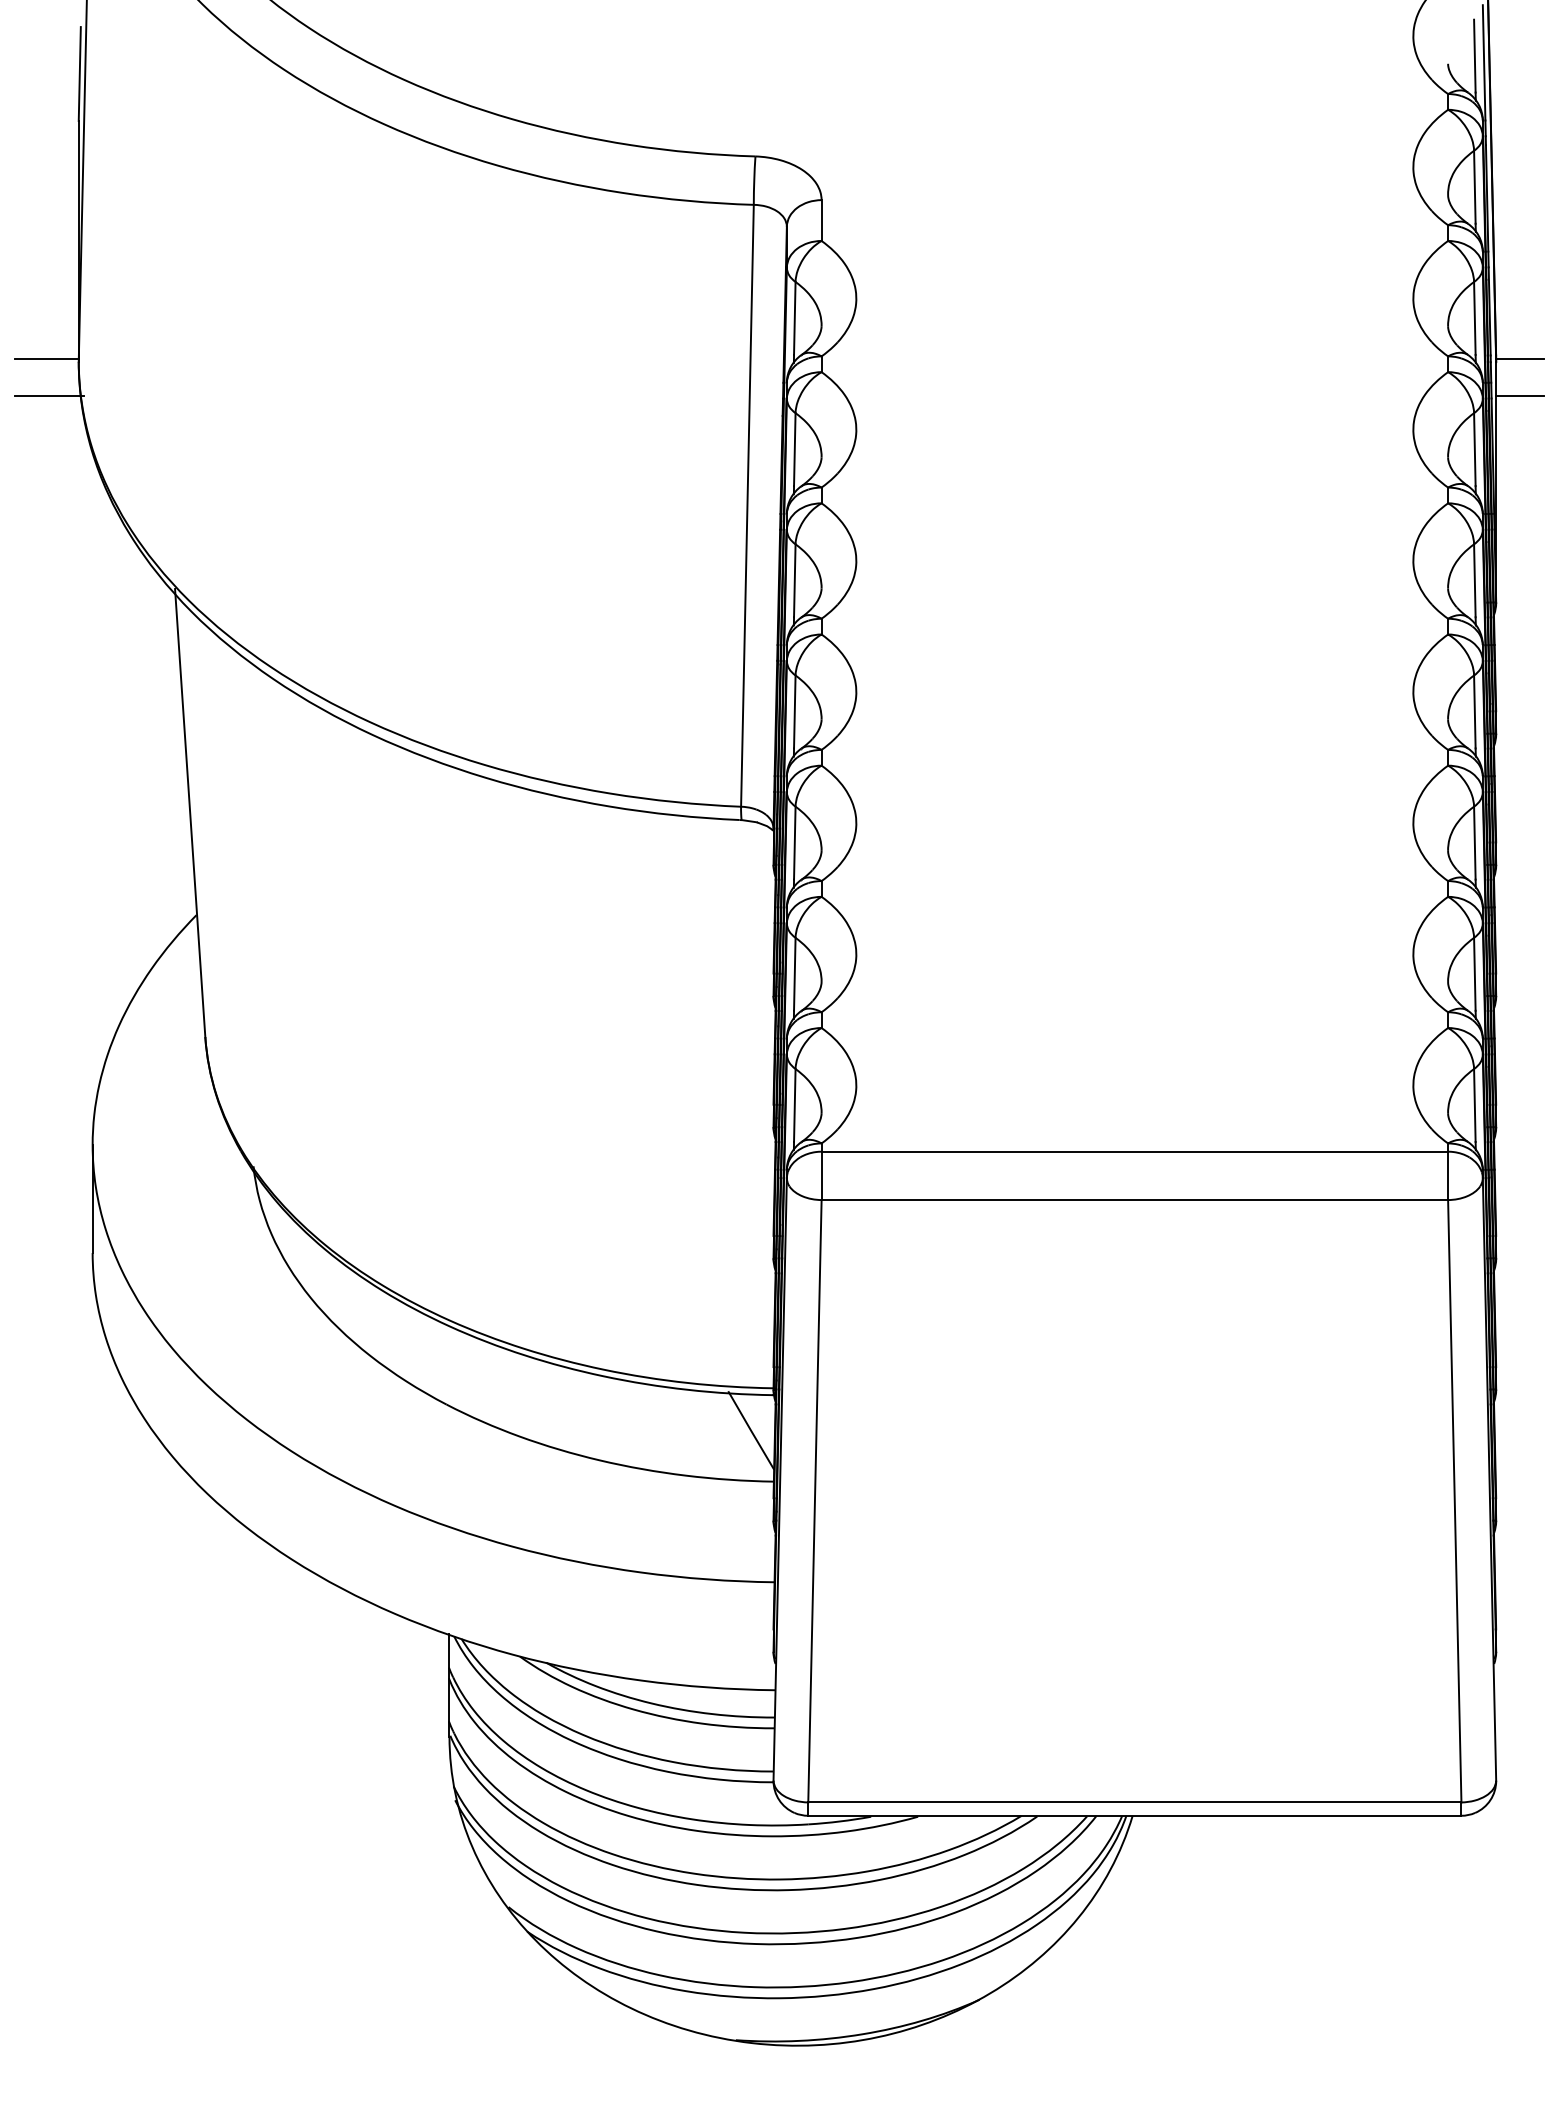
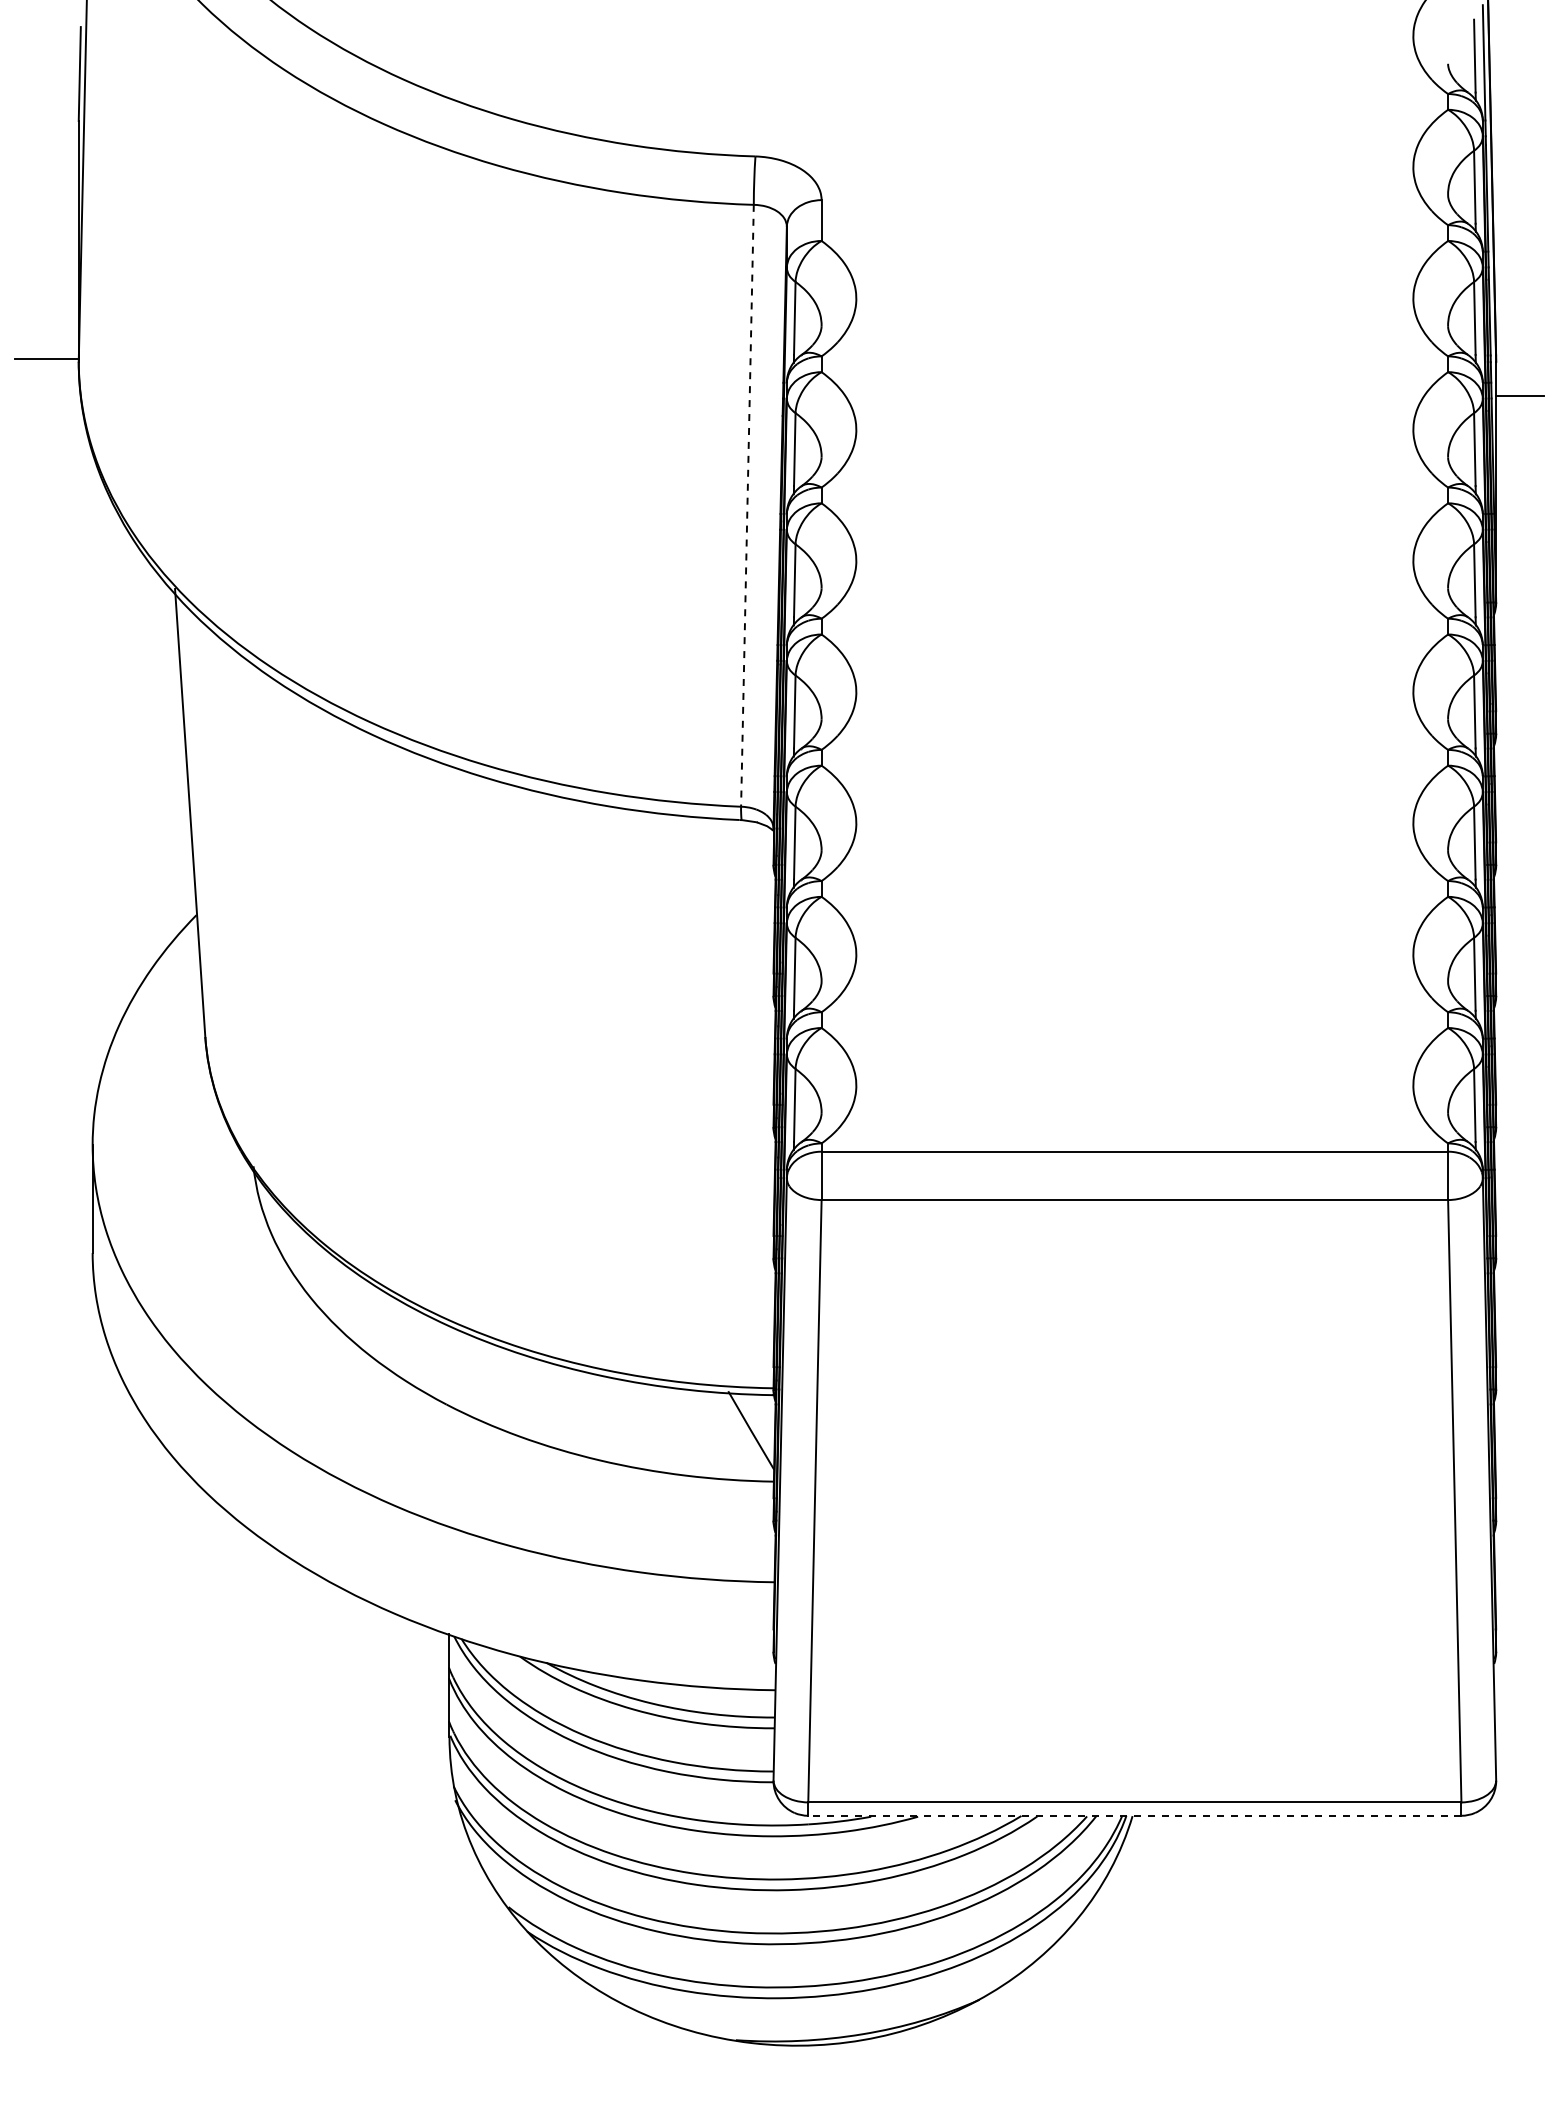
line at (1519, 358): present -> none
line at (49, 396): present -> none
line at (747, 506): solid -> dashed
line at (1134, 1815): solid -> dashed
